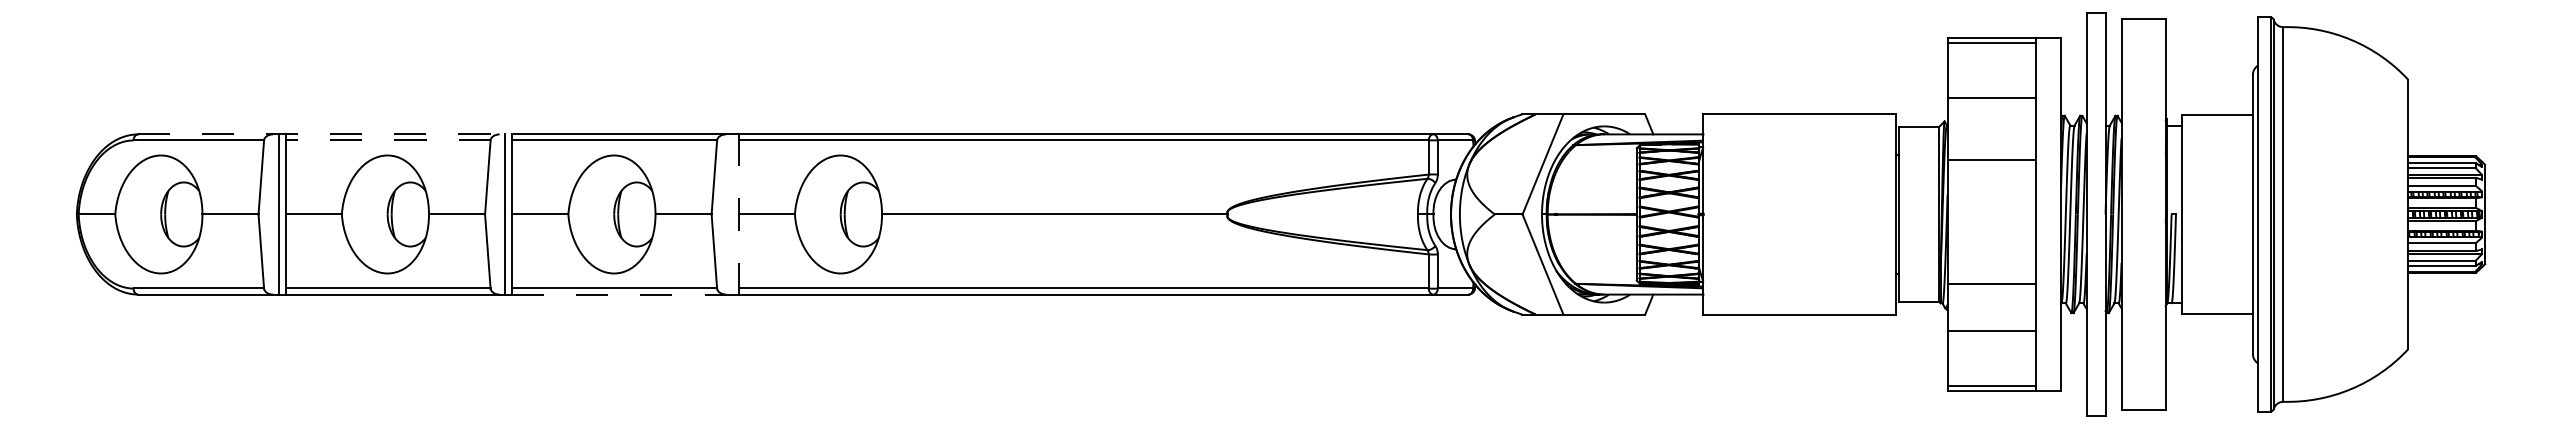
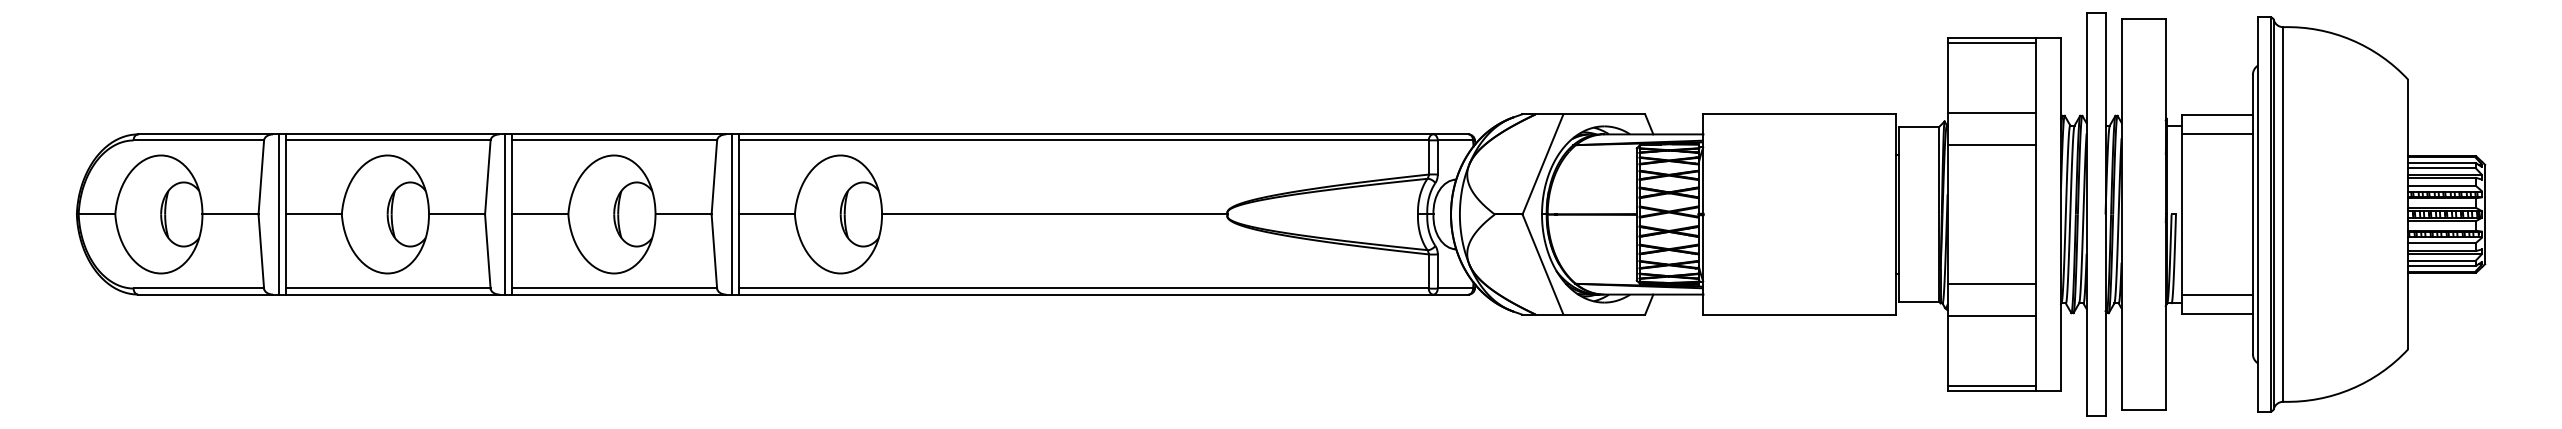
line at (1991, 97) position: (1991, 97) -> (1991, 112)
line at (325, 134): dashed -> solid
line at (2216, 134): none -> present
line at (387, 140): dashed -> solid
line at (1991, 160) position: (1991, 160) -> (1991, 145)
line at (732, 214): none -> present
line at (738, 214): dashed -> solid
line at (619, 294): dashed -> solid
line at (2216, 294): none -> present
line at (1991, 331) position: (1991, 331) -> (1991, 316)
